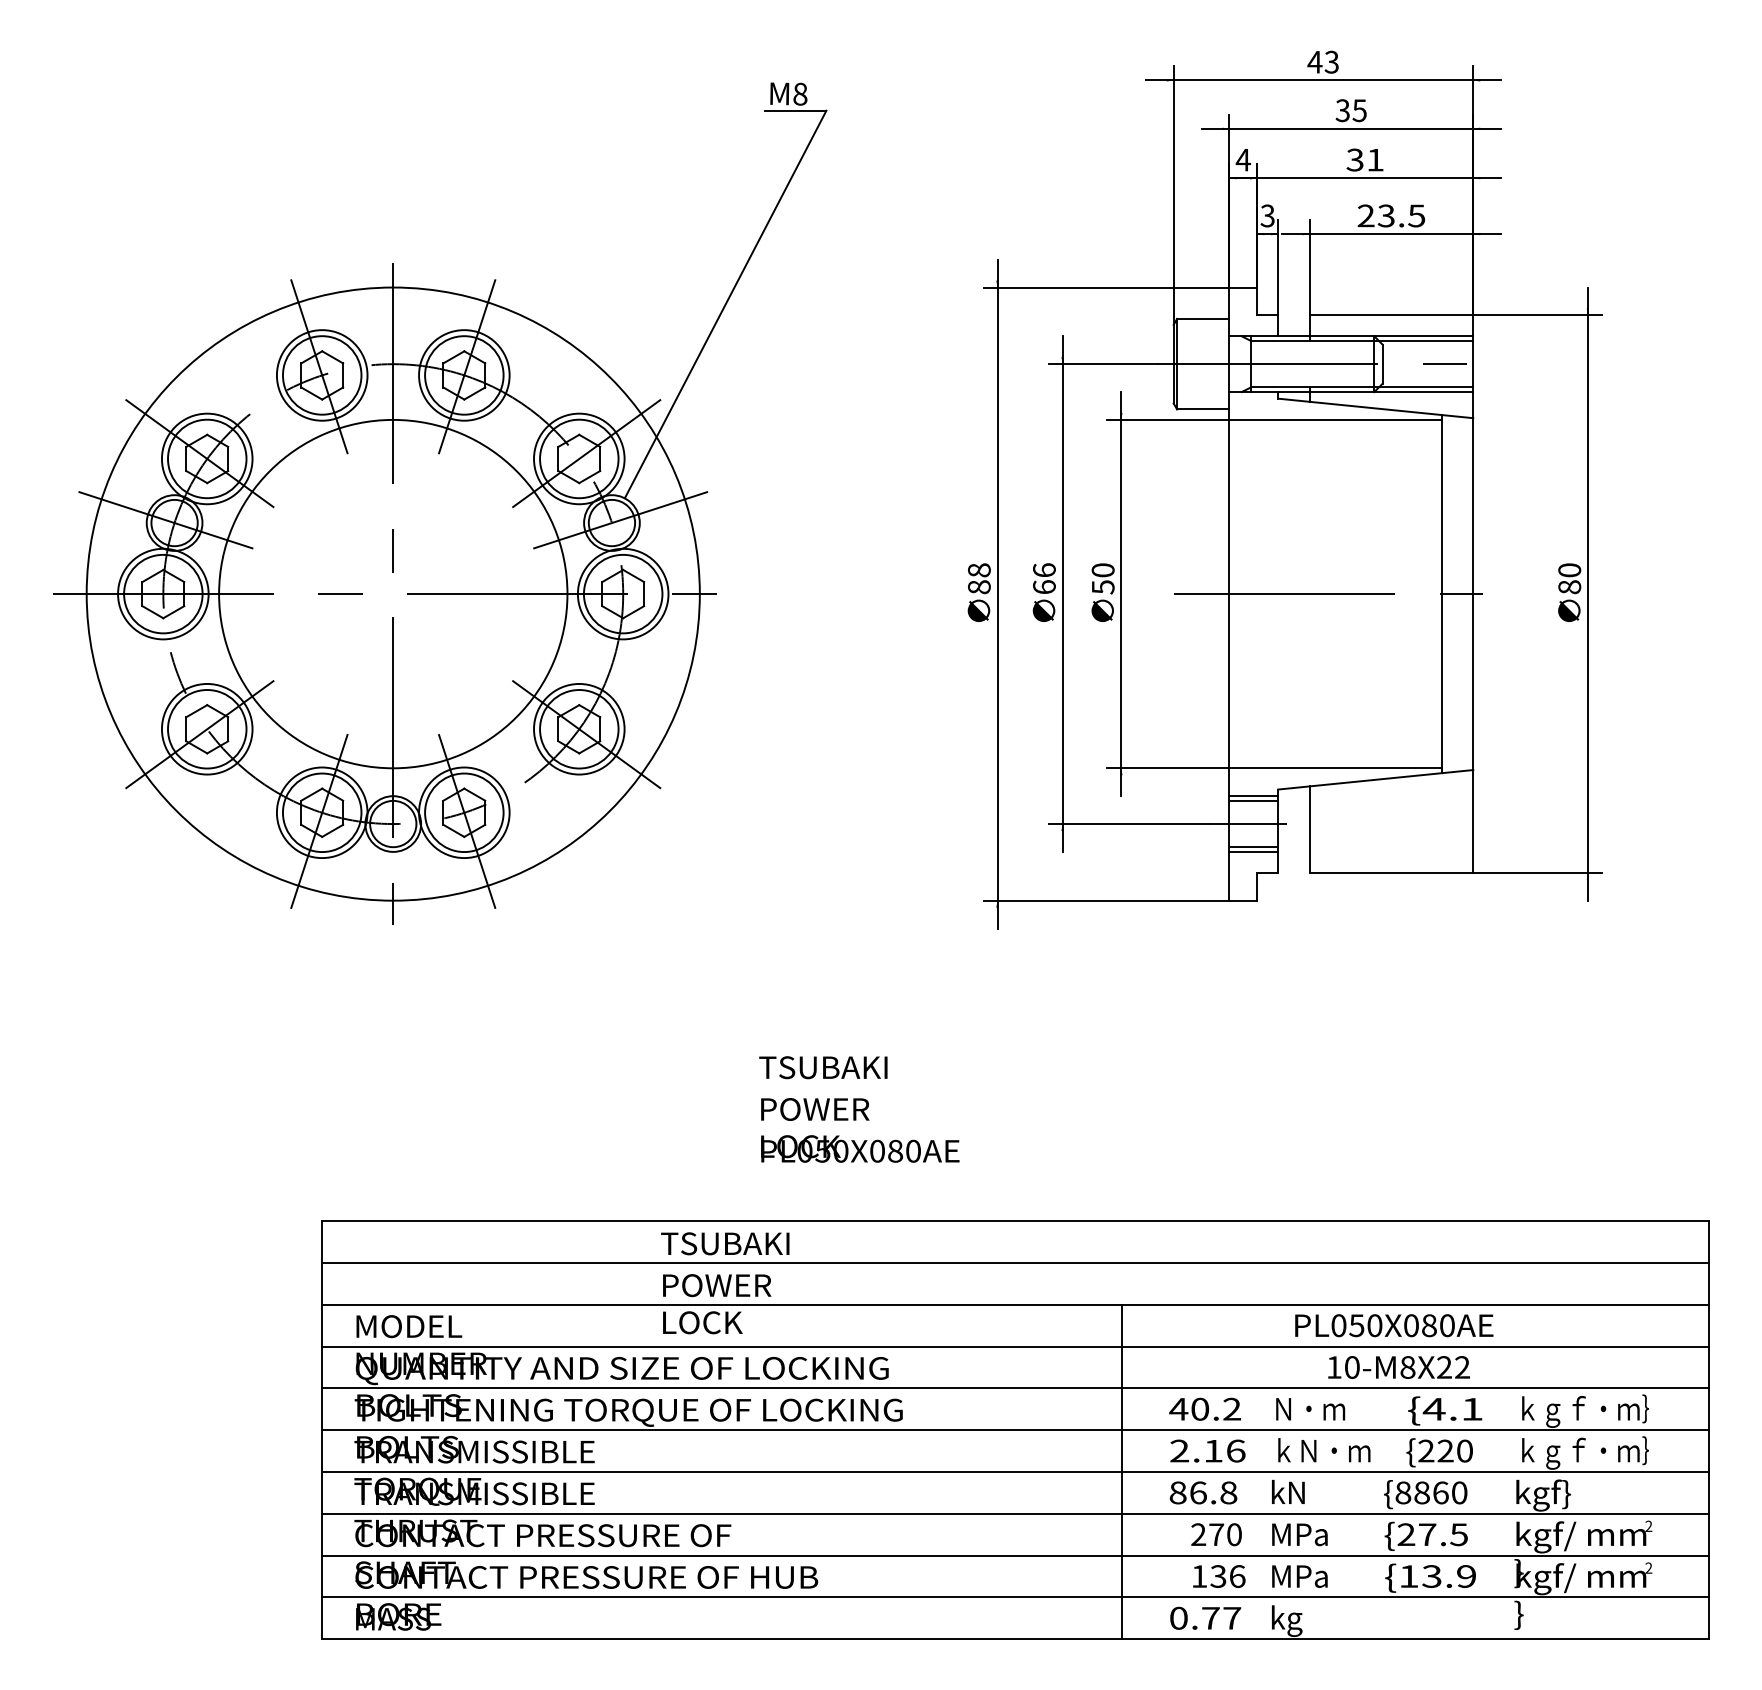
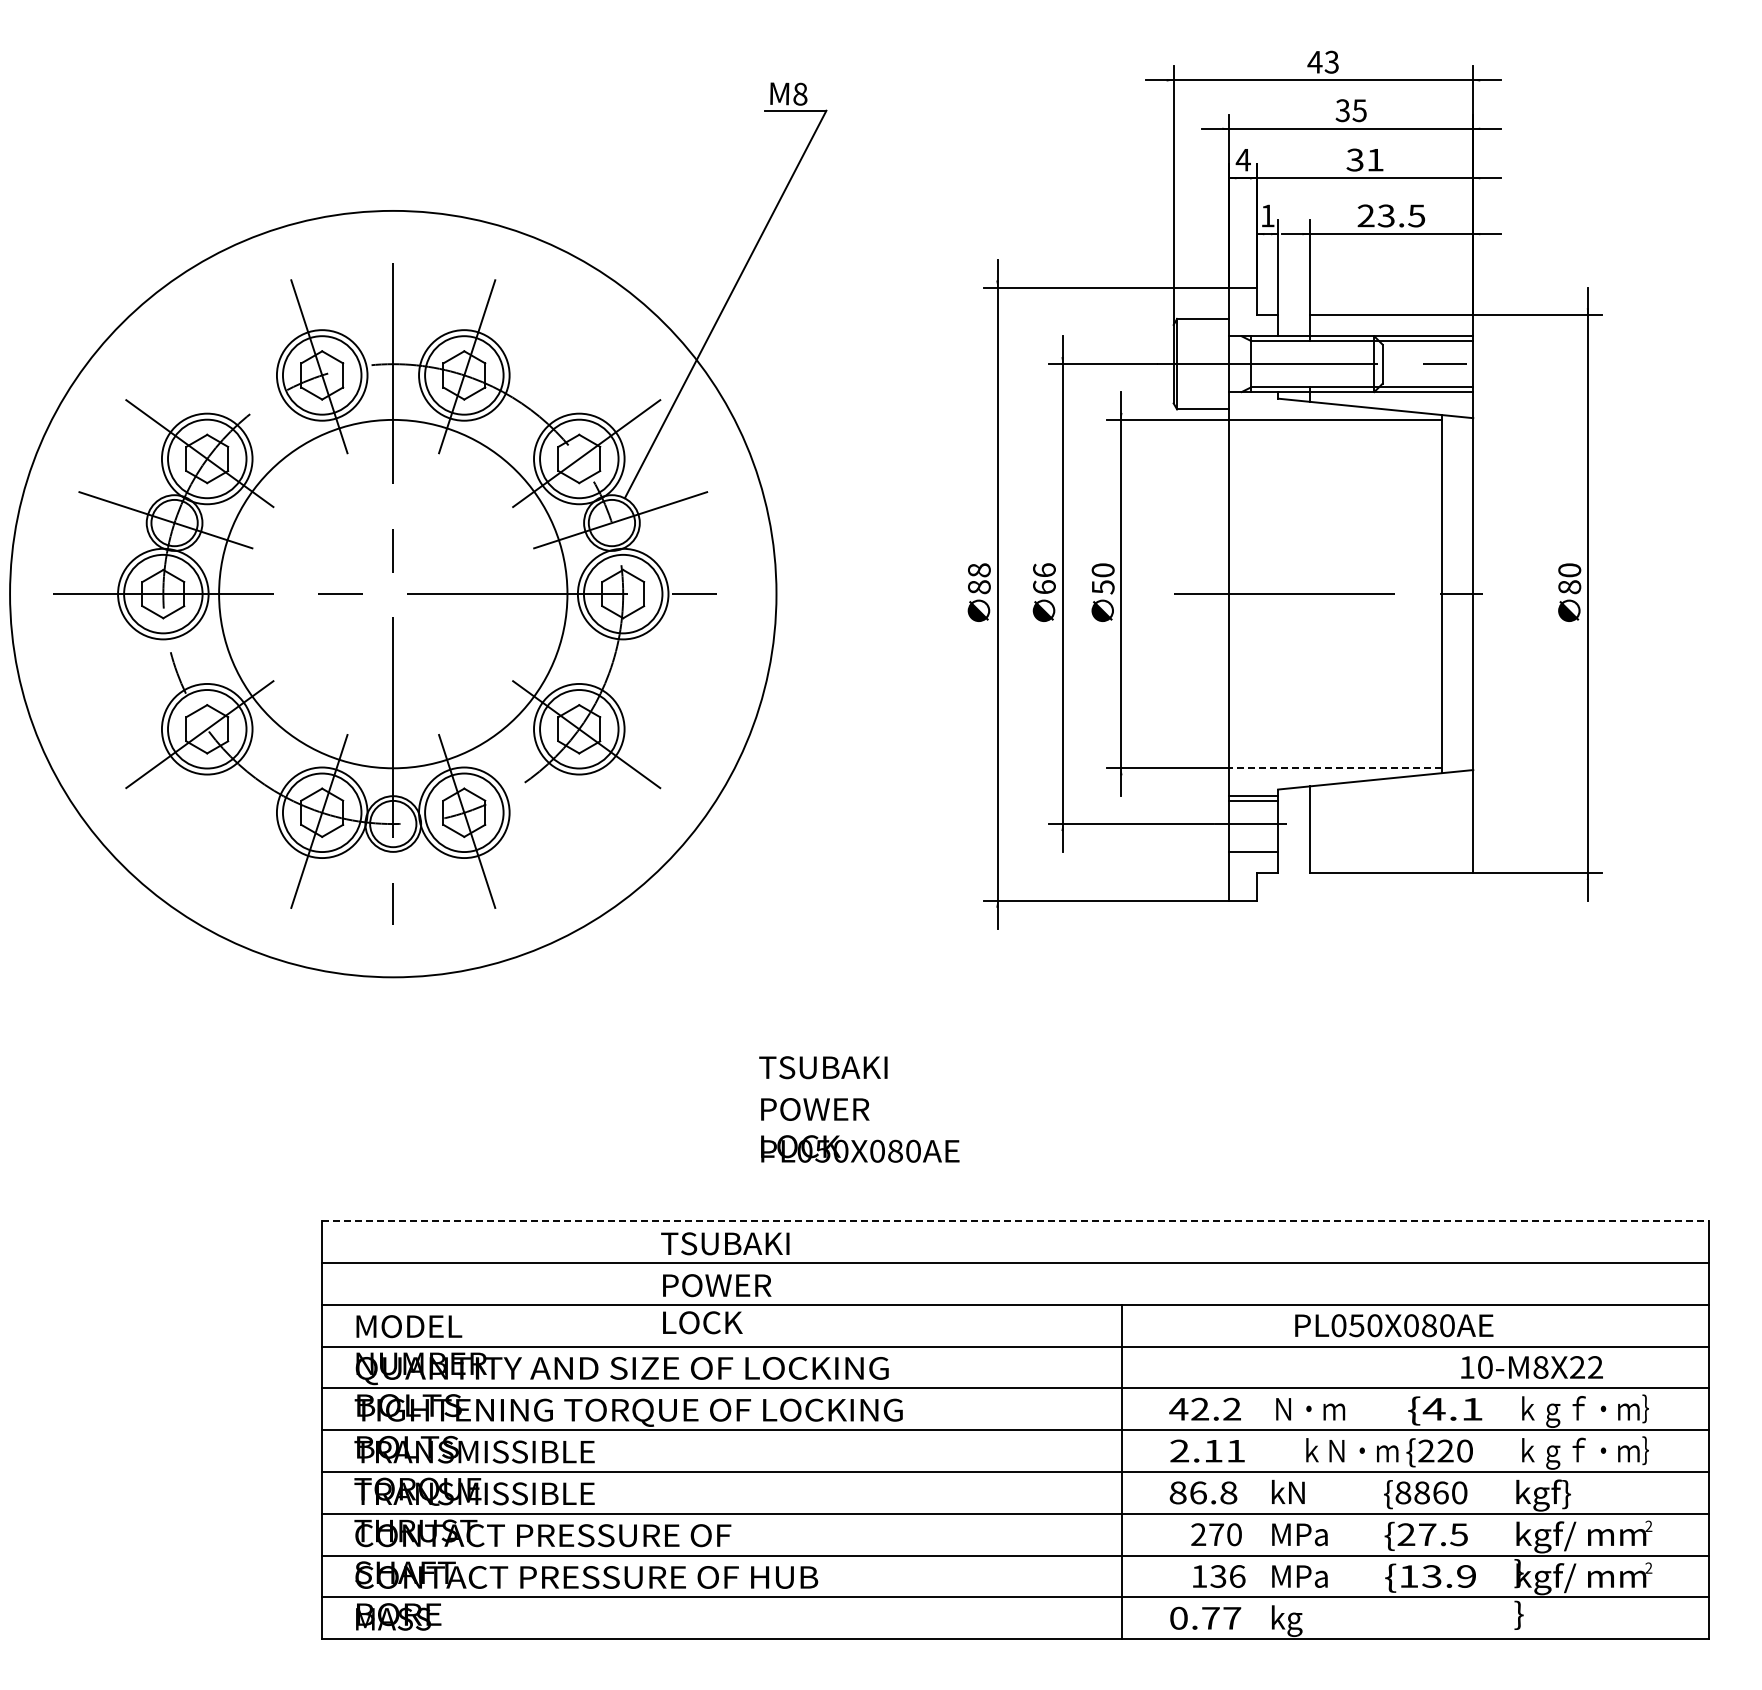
text at (1267, 215): 3 -> 1
circle at (392, 593) diameter: 613 px -> 766 px
line at (1335, 768): solid -> dashed
line at (1253, 847): present -> none
line at (1015, 1221): solid -> dashed
text at (1398, 1367) position: (1398, 1367) -> (1531, 1367)
text at (1200, 1408): 40.2 -> 42.2
text at (1236, 1450): 2.16 -> 2.11
text at (1324, 1450) position: (1324, 1450) -> (1352, 1450)
